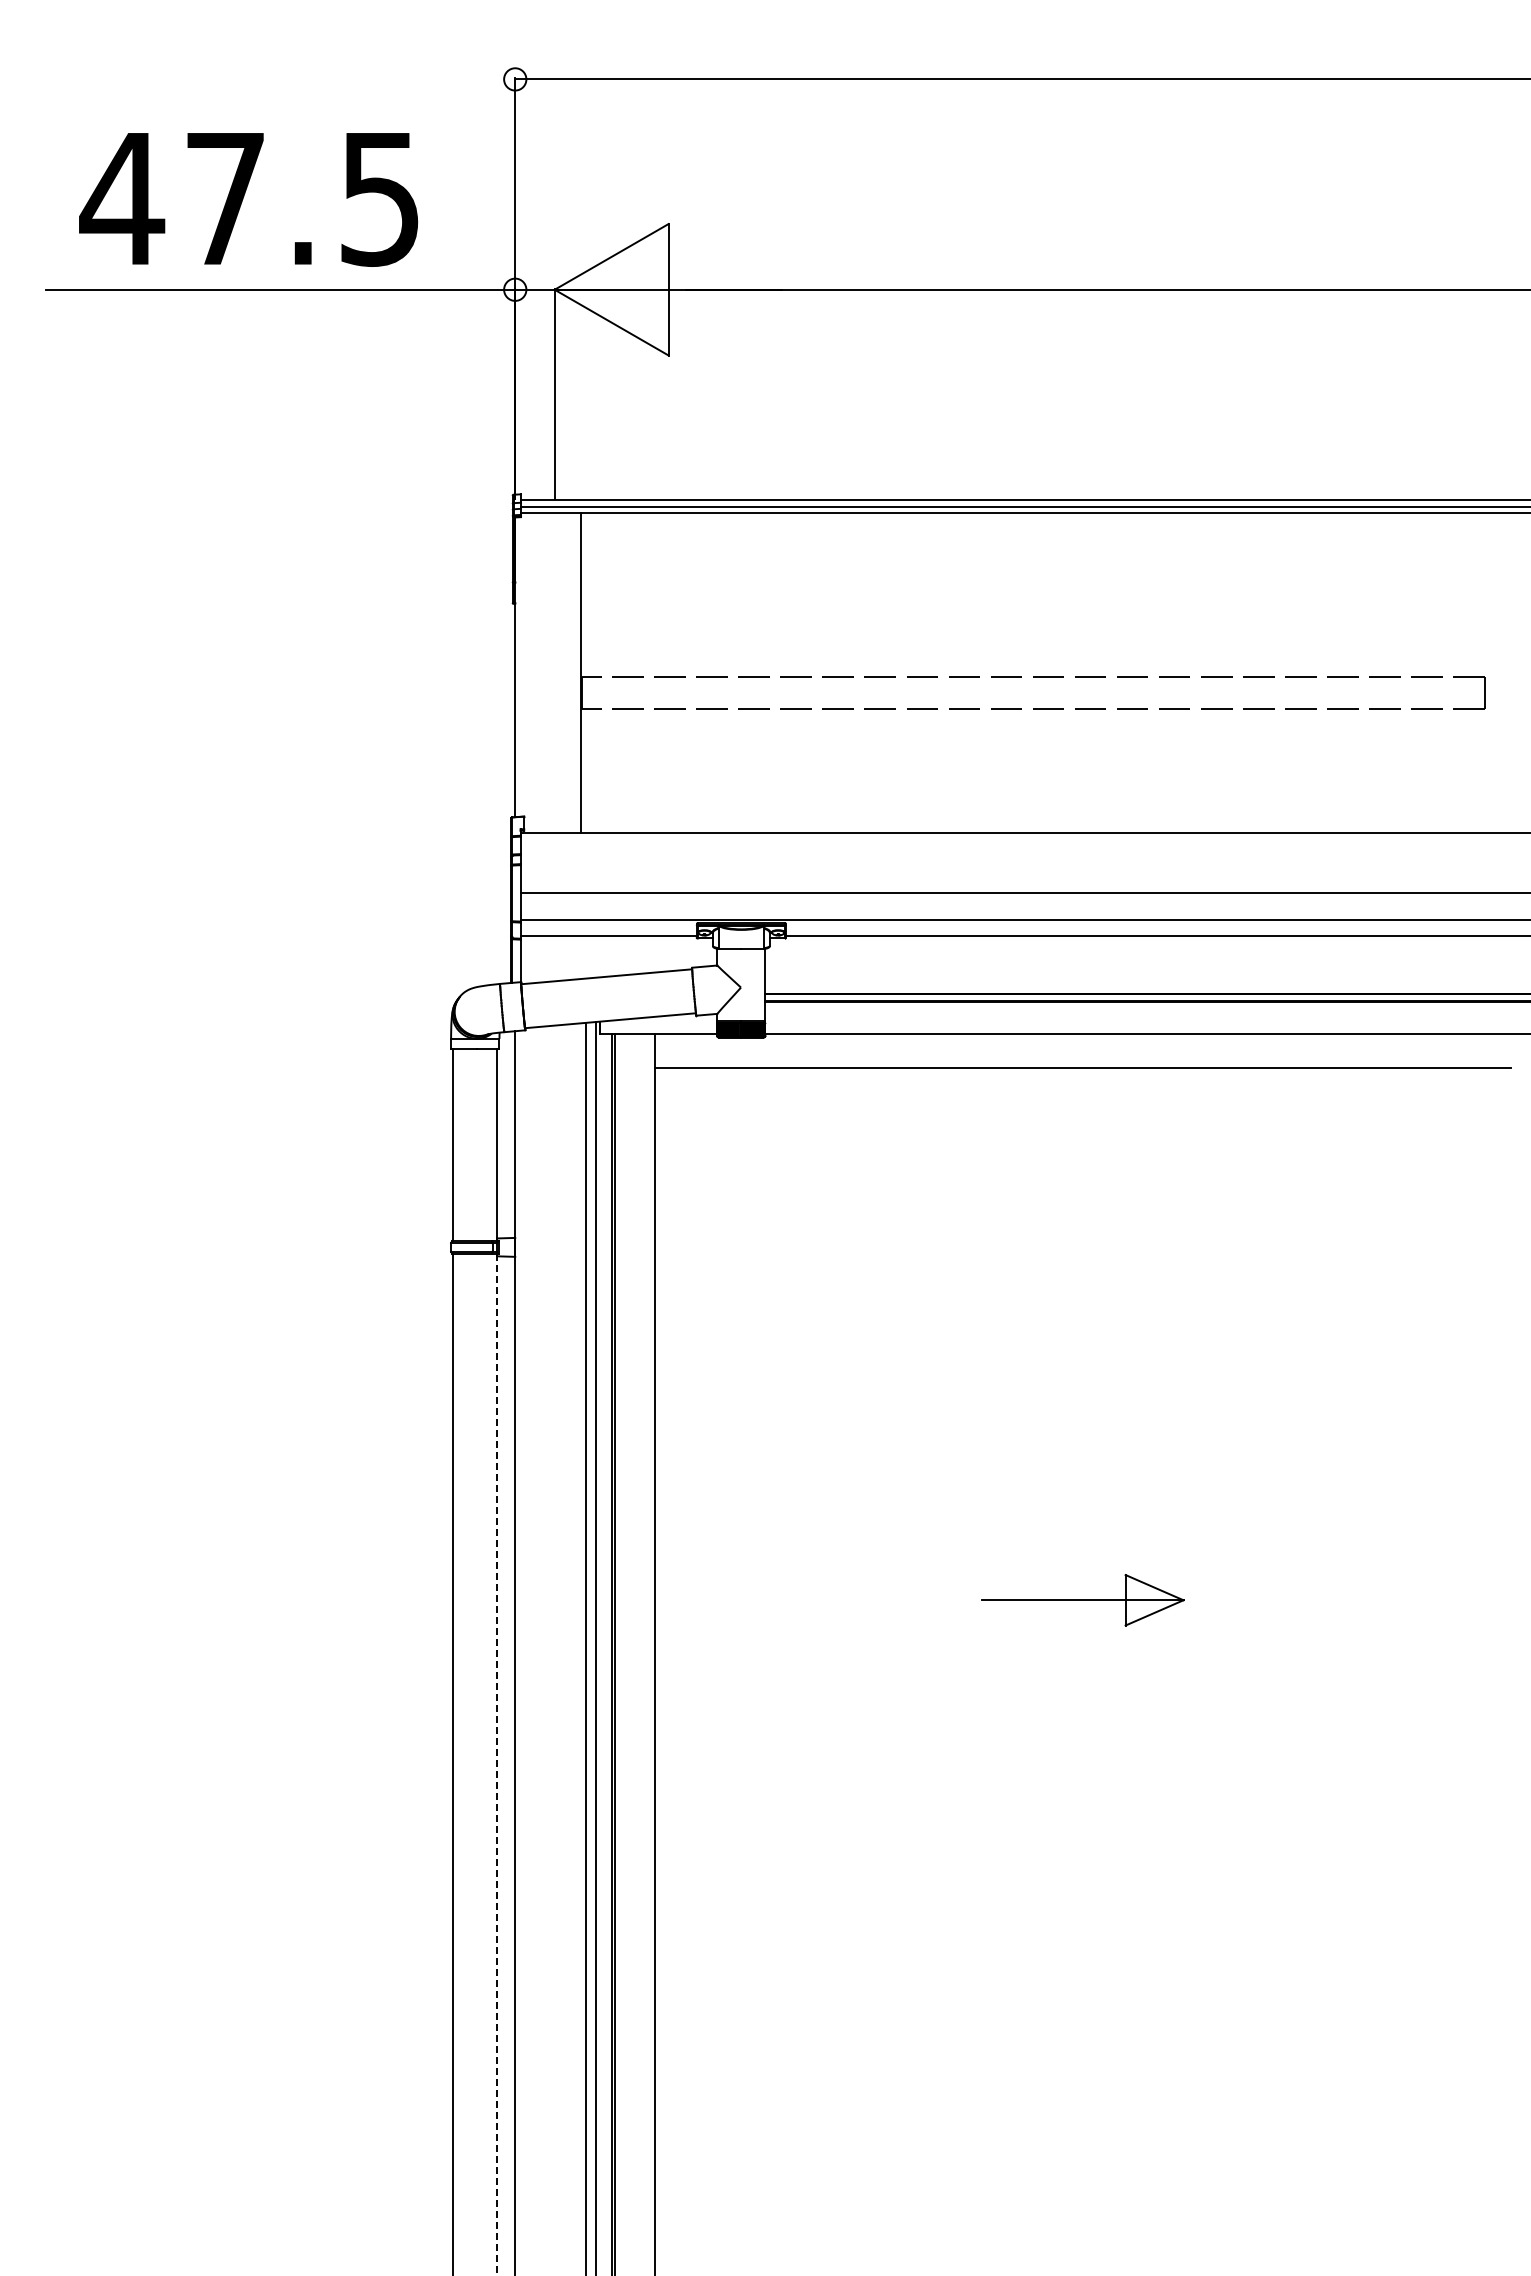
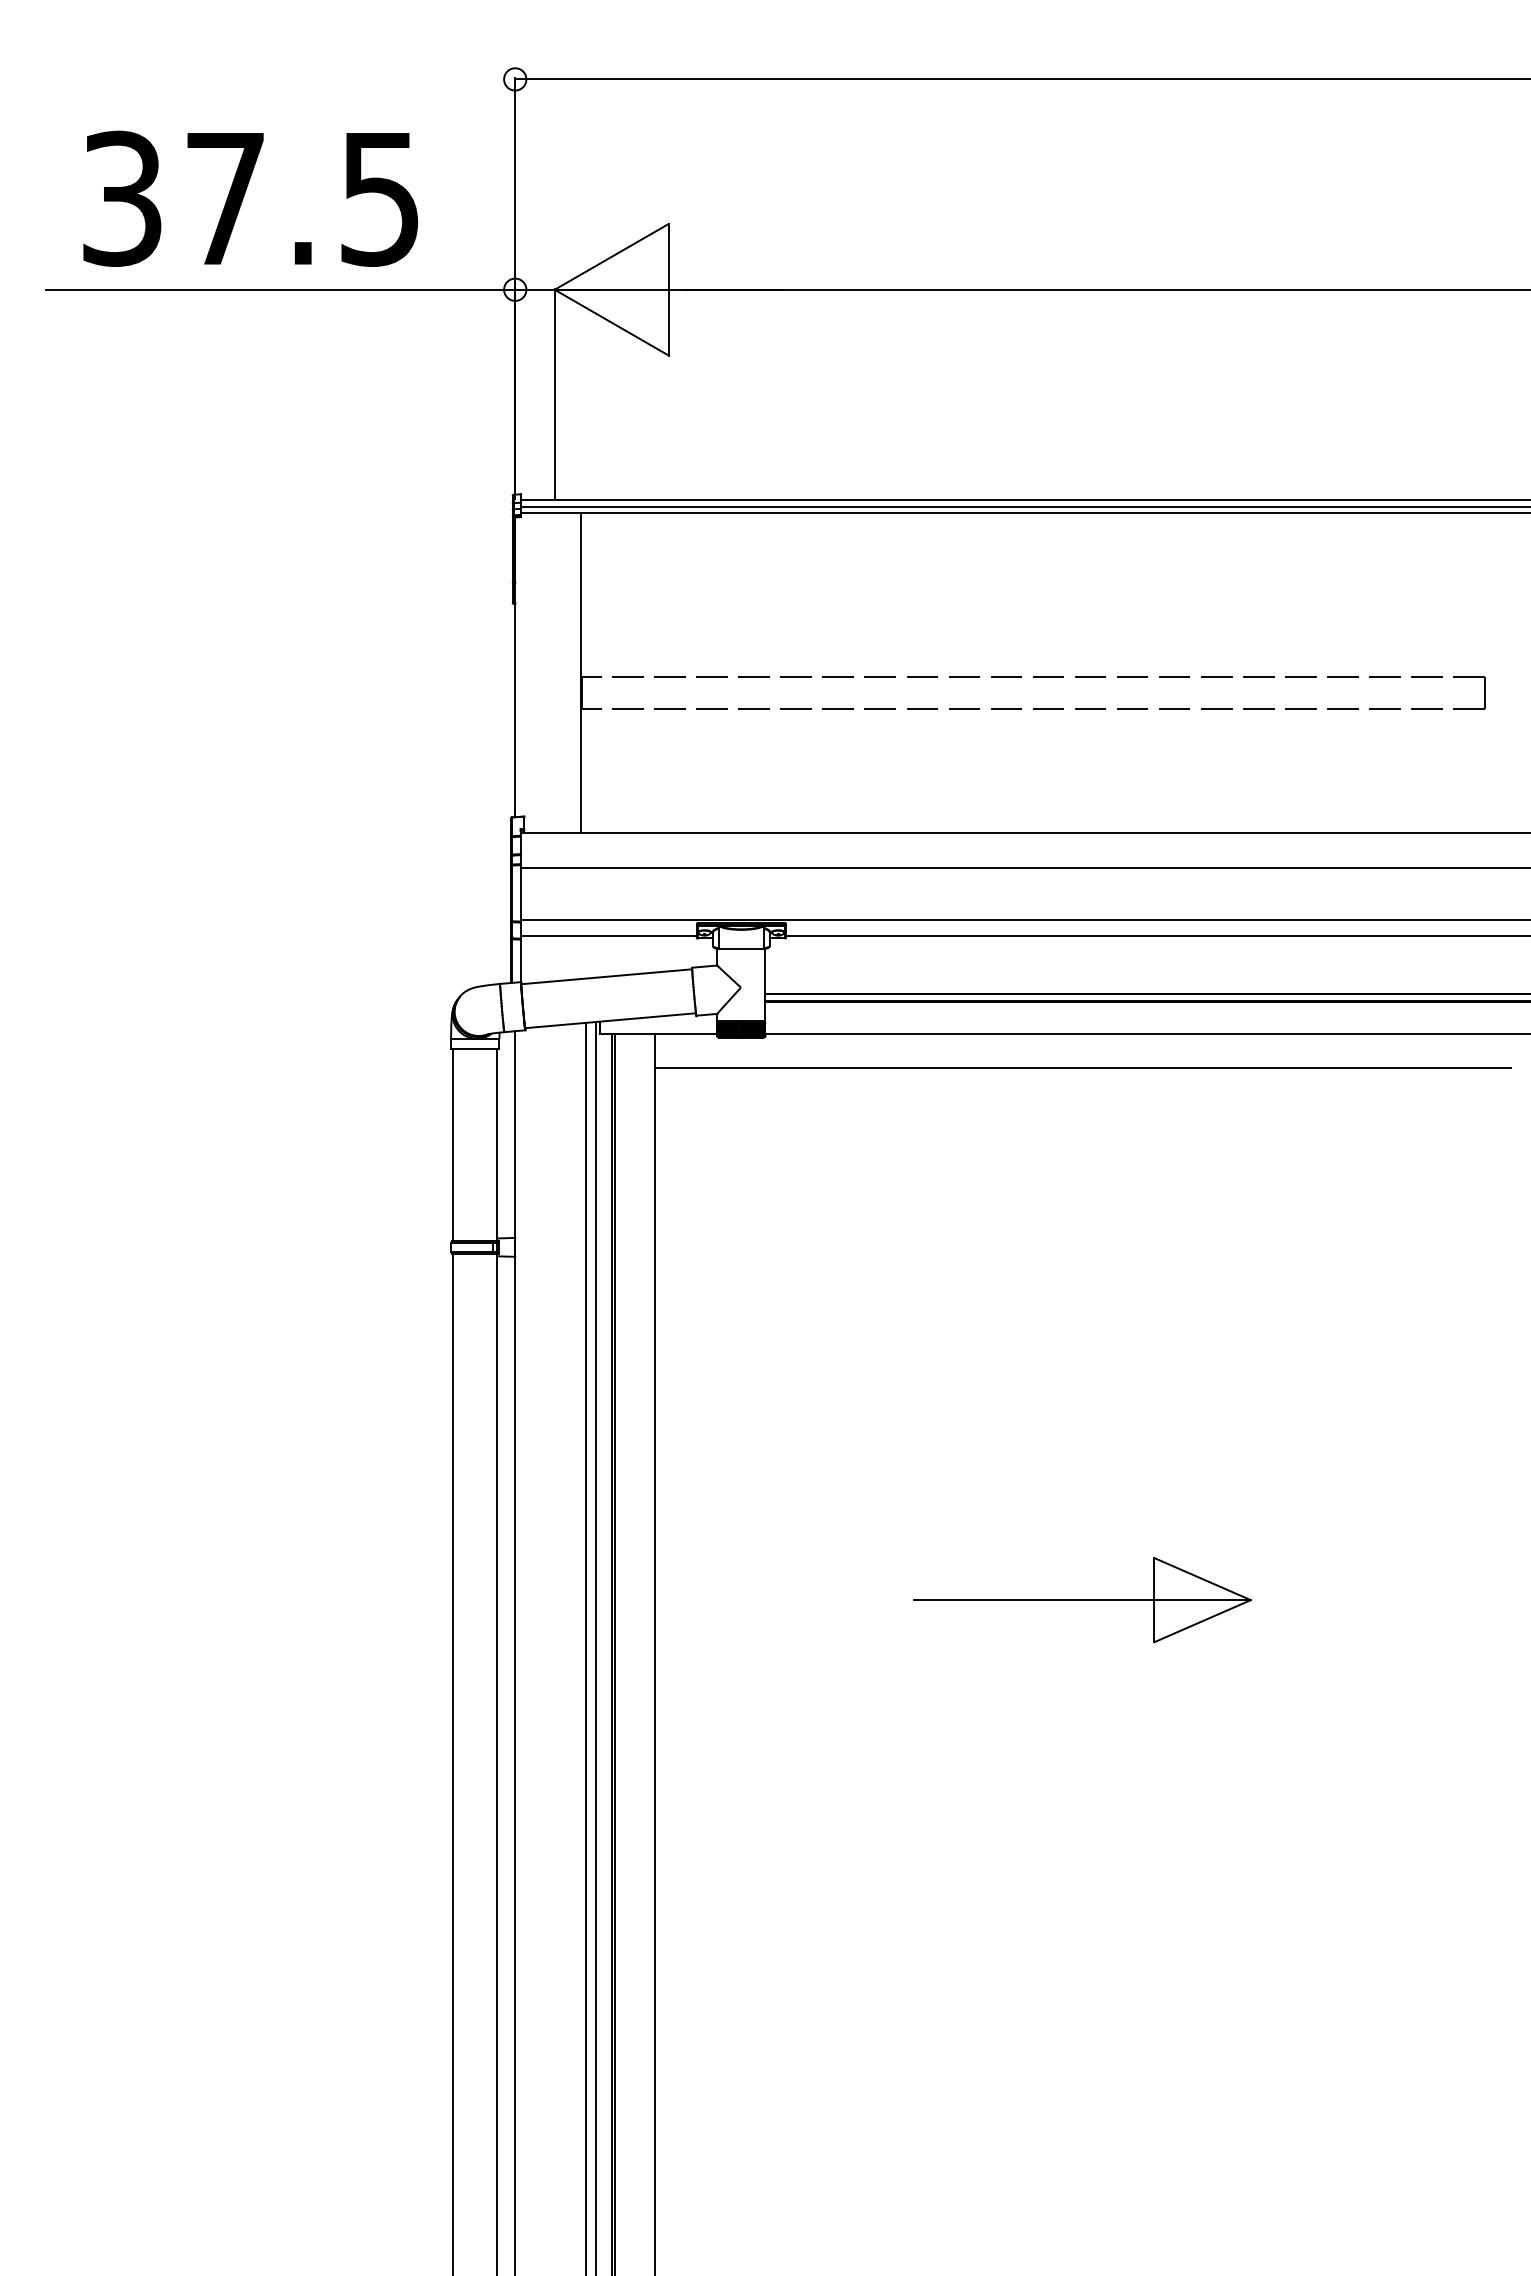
text at (122, 198): 47.5 -> 37.5
line at (1023, 892) position: (1023, 892) -> (1023, 867)
part at (1082, 1600) size: 204x53 px -> 339x87 px
line at (497, 1764): dashed -> solid
